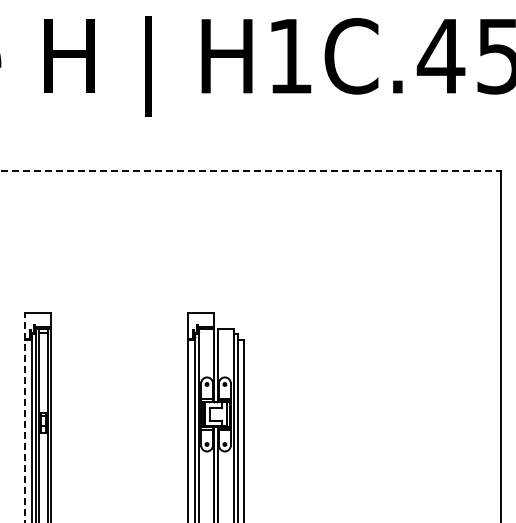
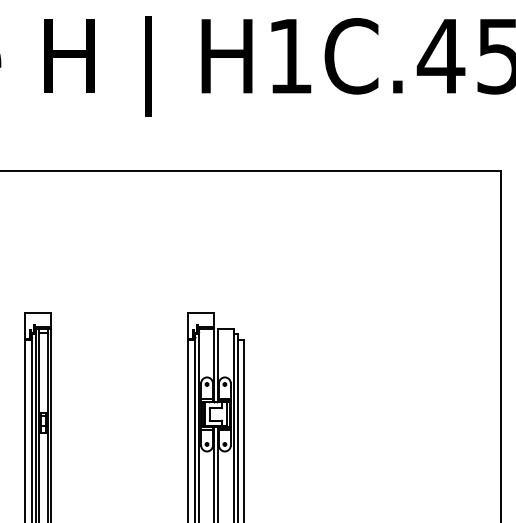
line at (250, 170): dashed -> solid
line at (25, 417): dashed -> solid
